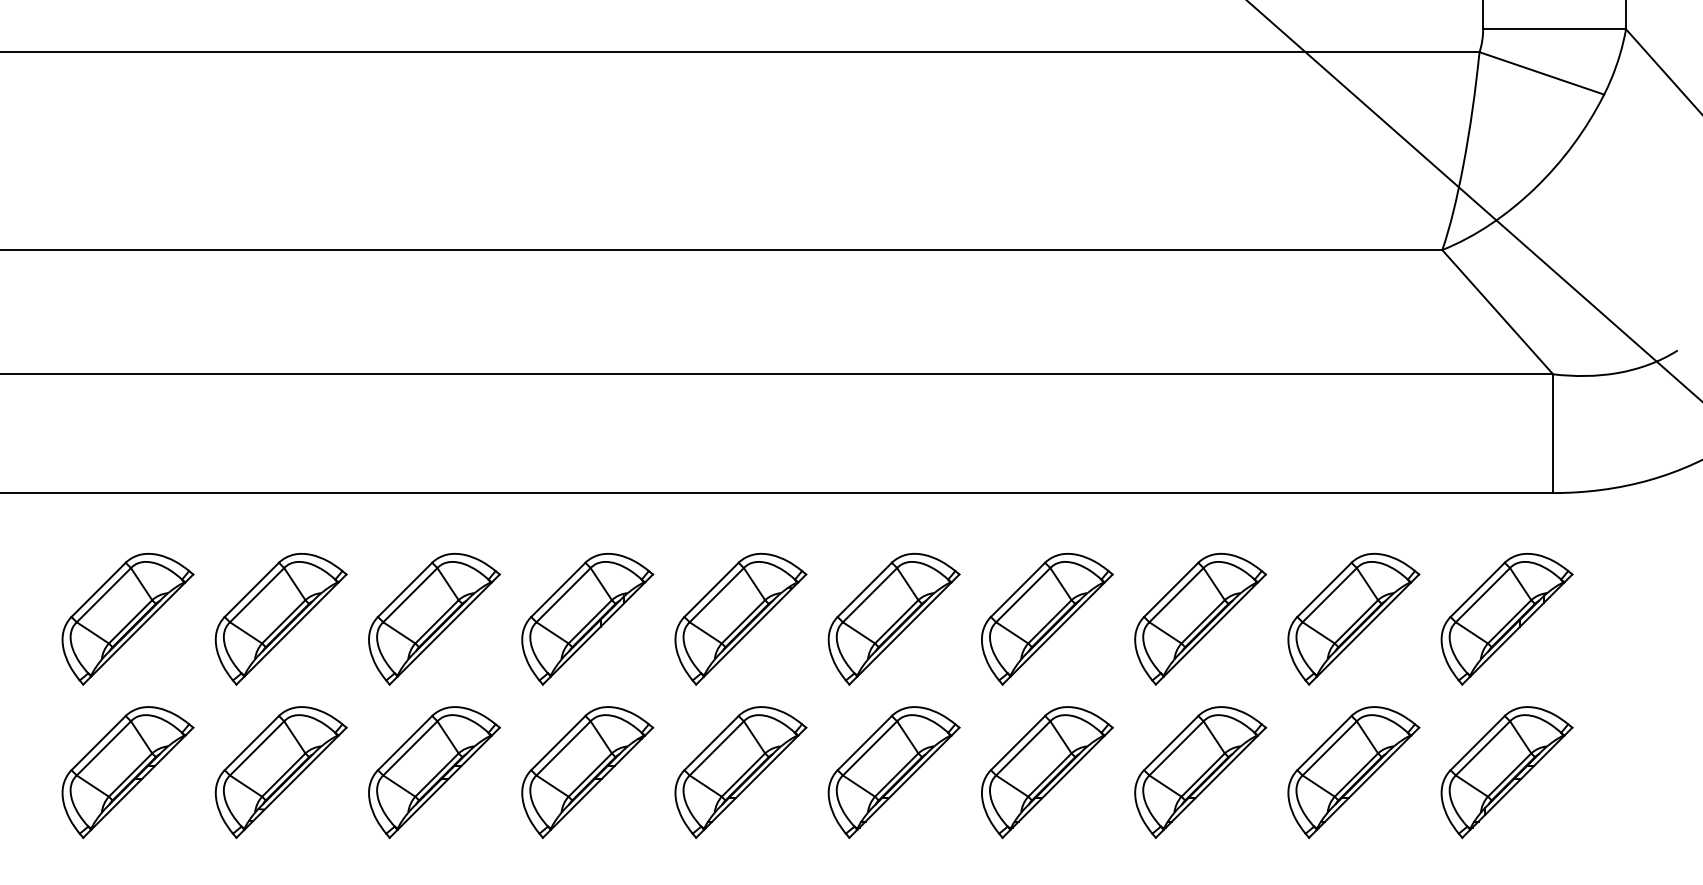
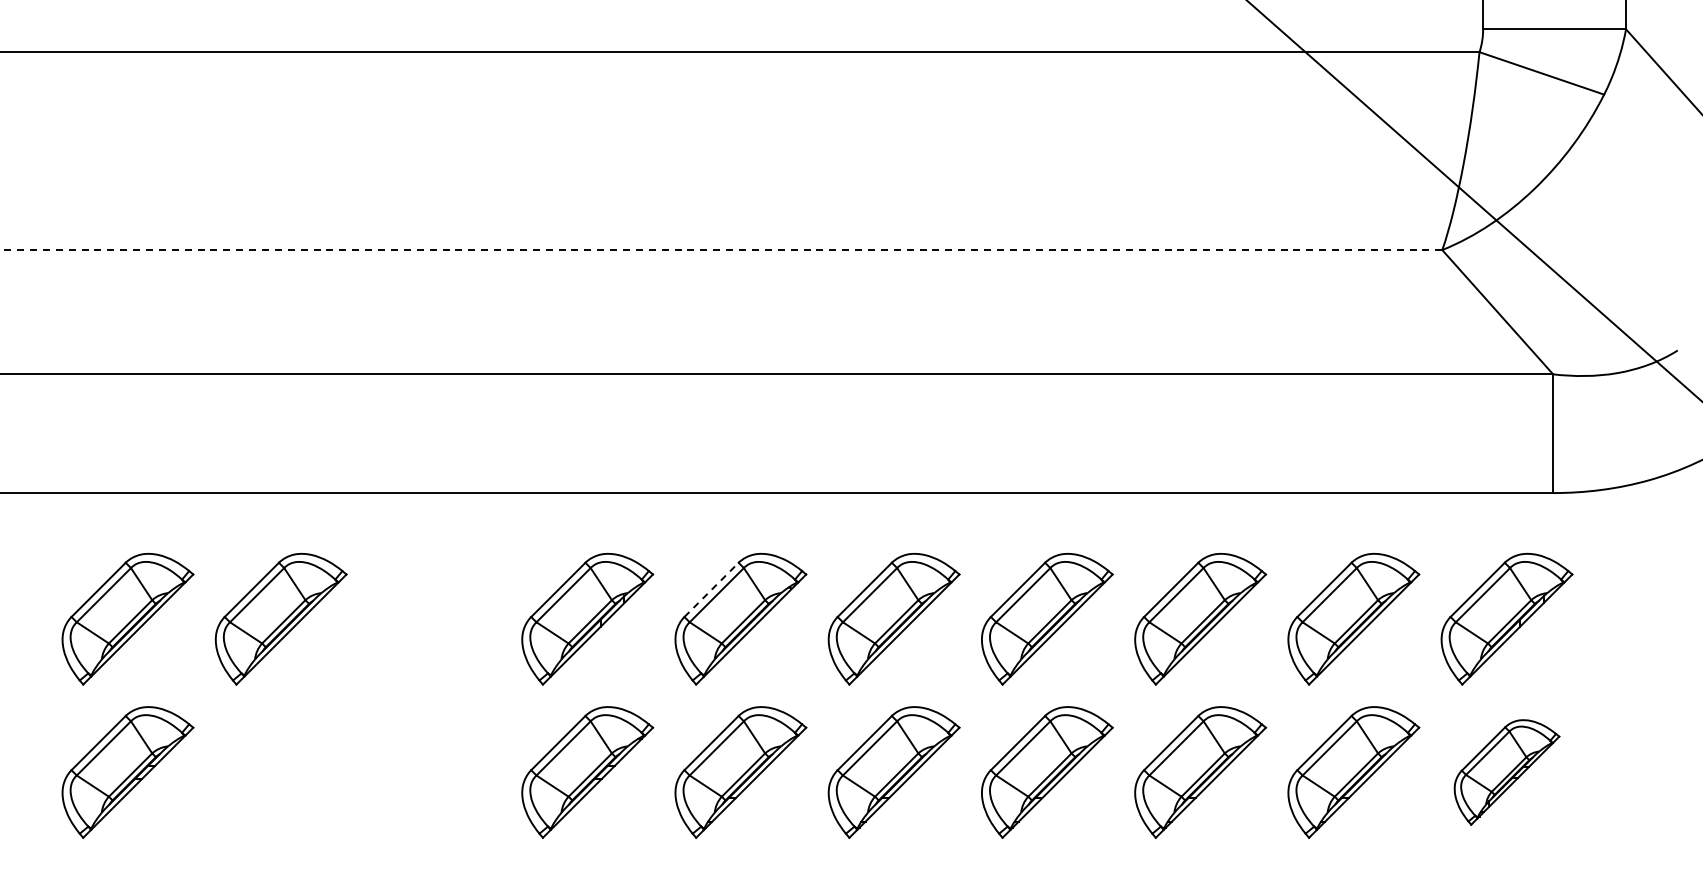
line at (721, 250): solid -> dashed
line at (711, 589): solid -> dashed
part at (434, 618): present -> none
part at (280, 772): present -> none
part at (434, 772): present -> none
part at (1506, 772) size: 134x133 px -> 108x107 px
